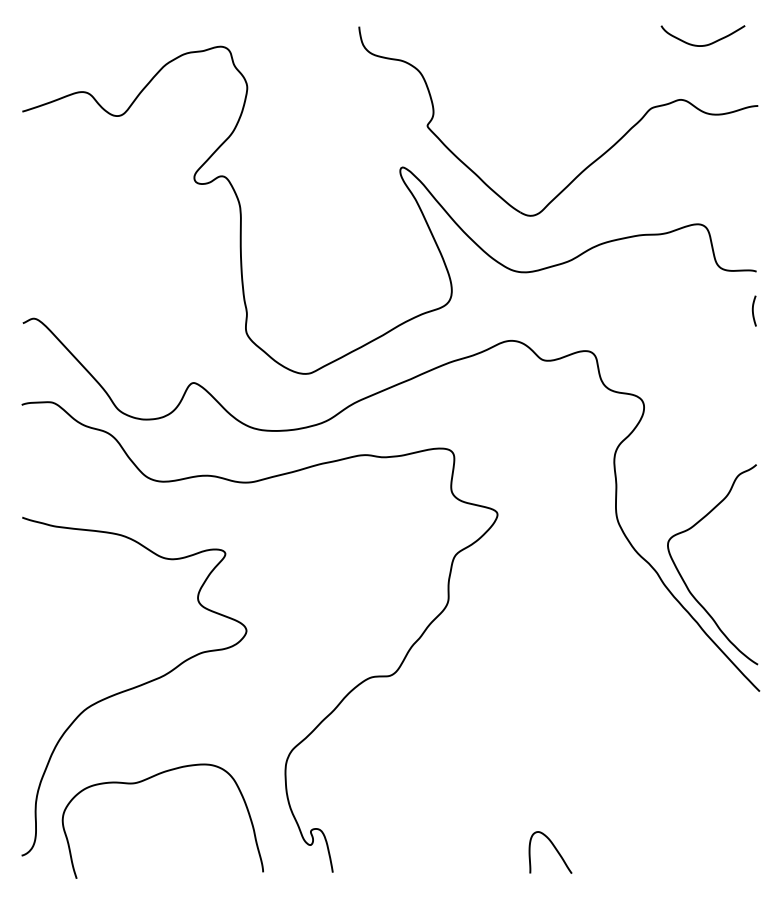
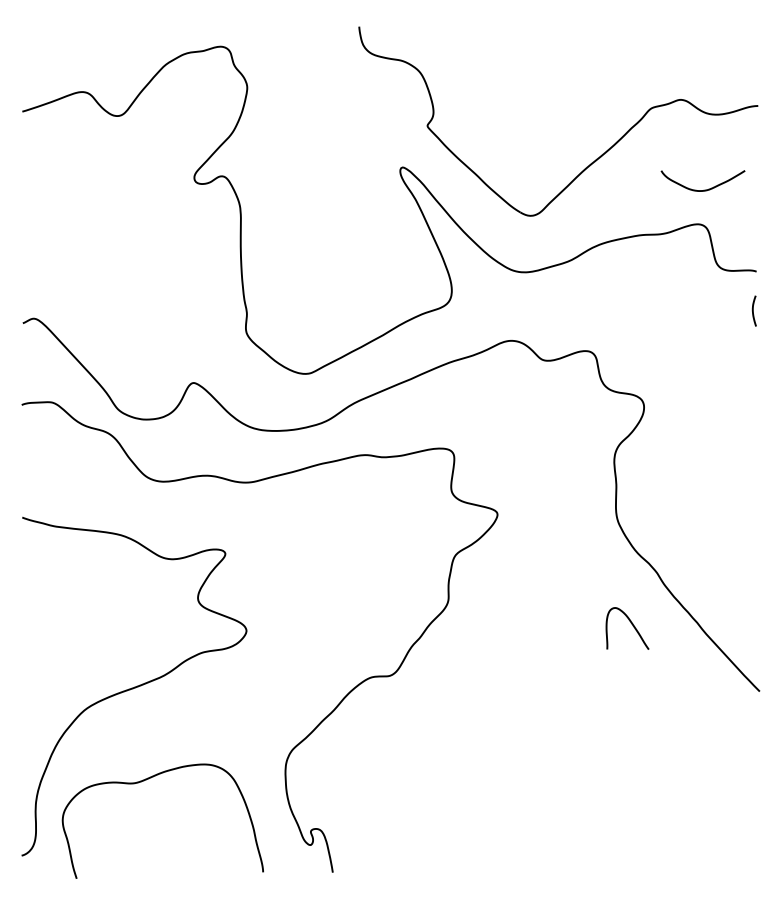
curve at (704, 44) position: (704, 44) -> (704, 189)
curve at (683, 578): present -> none
curve at (554, 848) position: (554, 848) -> (631, 624)
